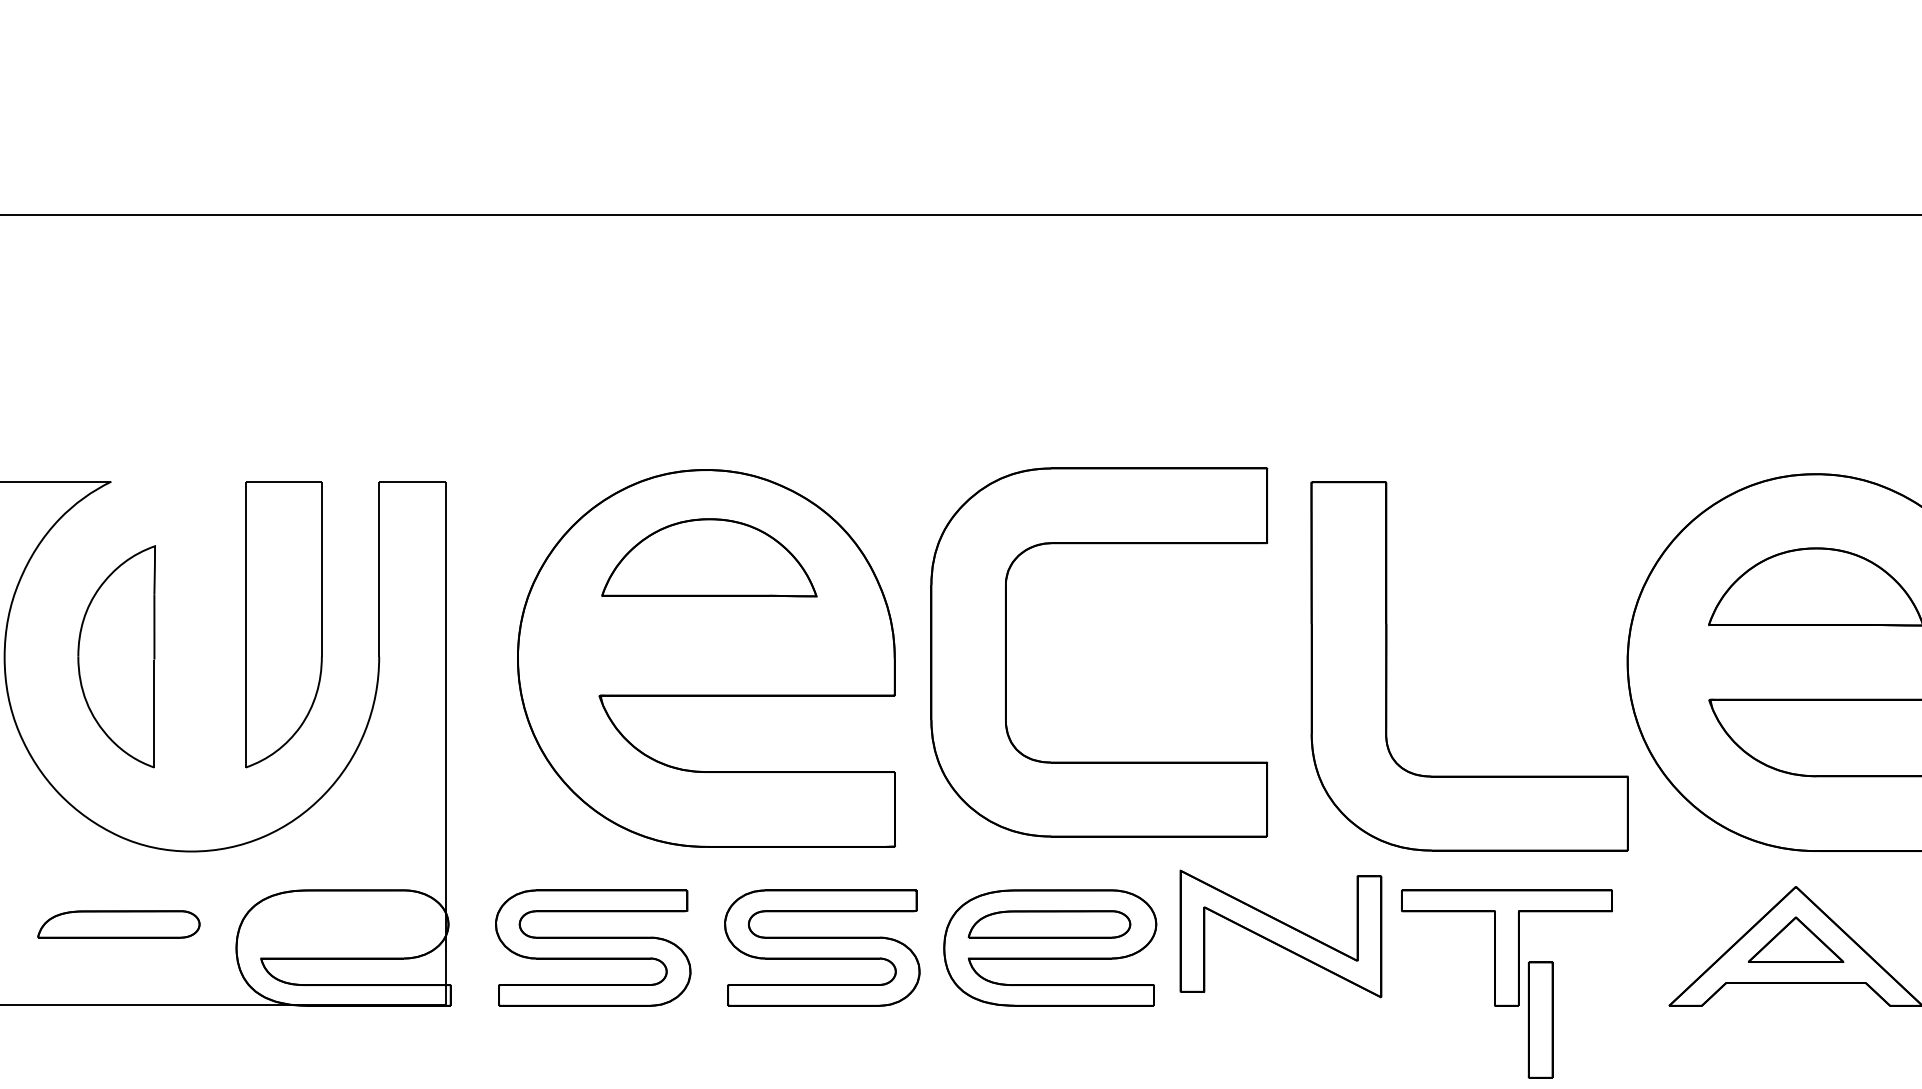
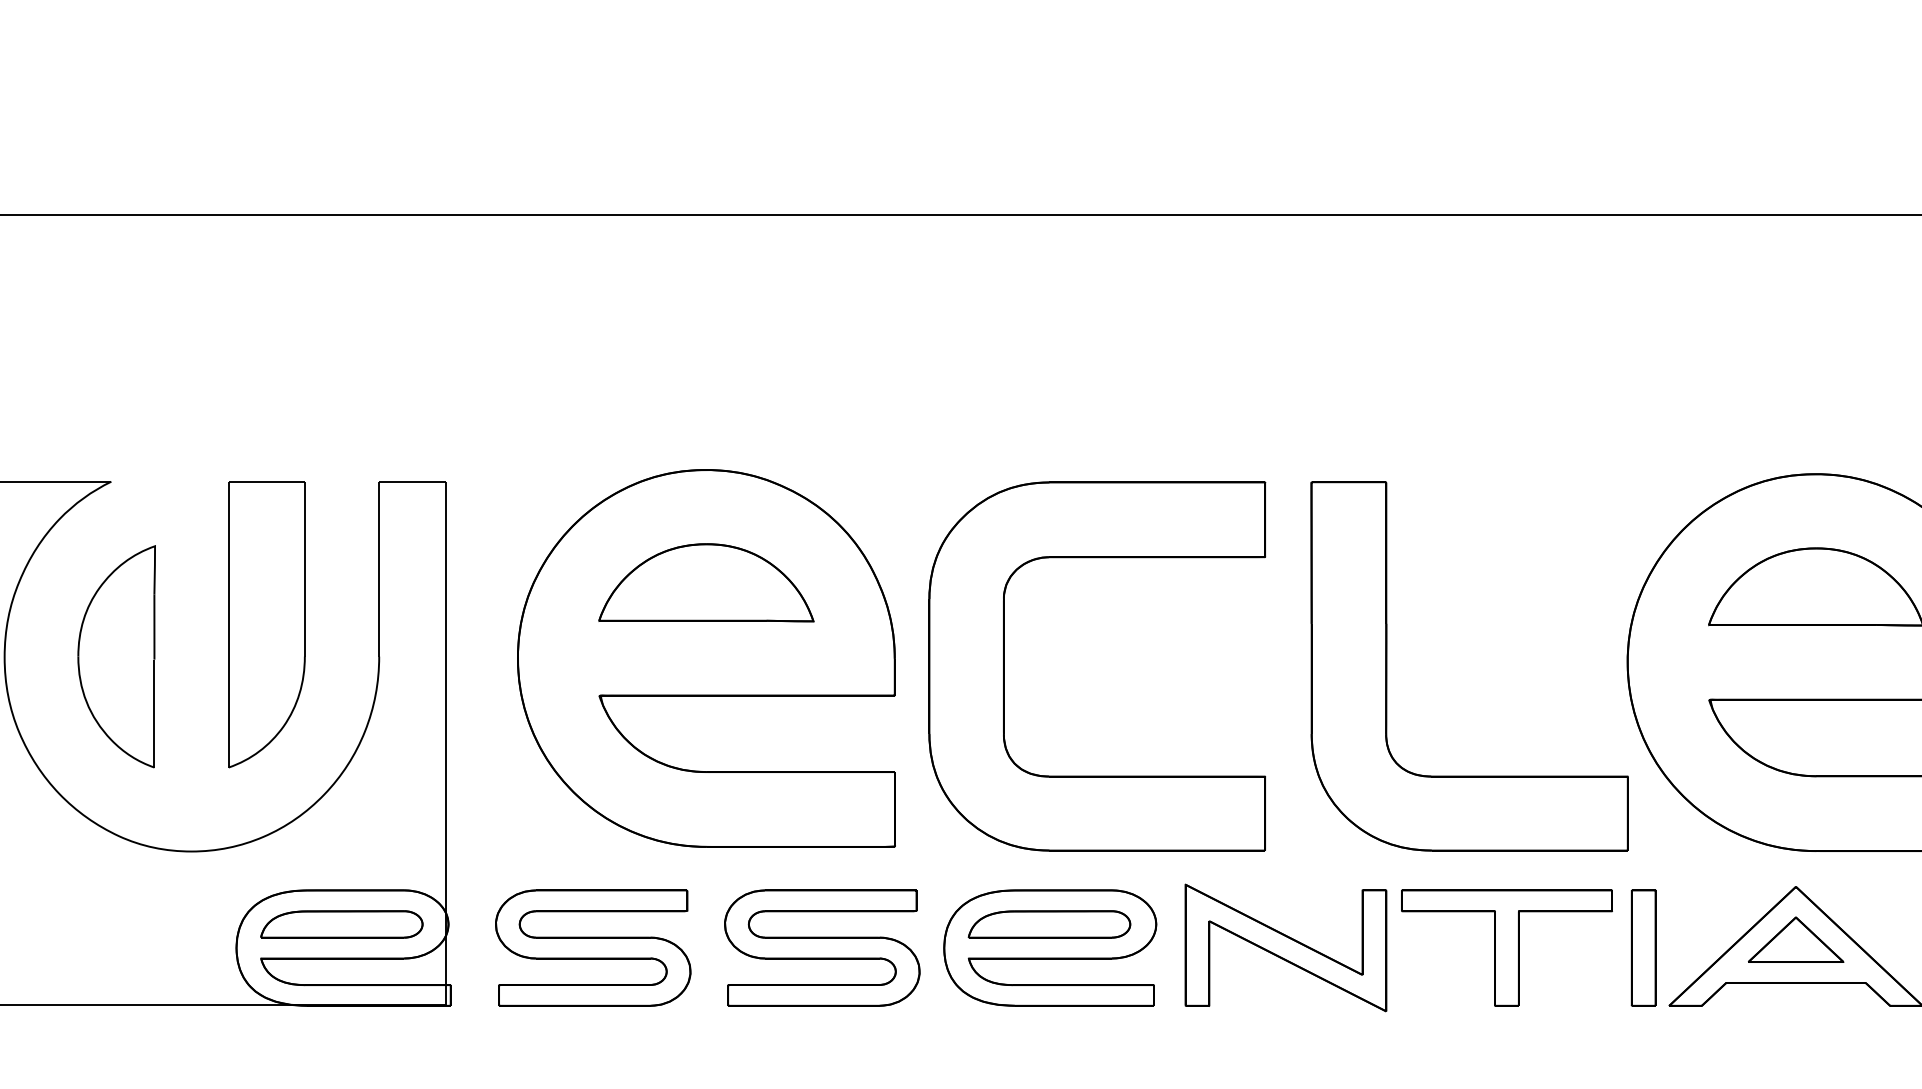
part at (709, 557) position: (709, 557) -> (706, 582)
part at (283, 624) position: (283, 624) -> (266, 624)
part at (1006, 652) position: (1006, 652) -> (1004, 666)
part at (118, 924) position: (118, 924) -> (341, 924)
part at (1280, 933) position: (1280, 933) -> (1285, 947)
part at (1540, 1019) position: (1540, 1019) -> (1643, 947)
